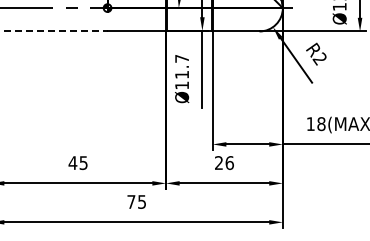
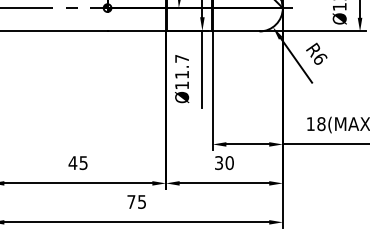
line at (54, 31): dashed -> solid
text at (319, 58): R2 -> R6
text at (224, 163): 26 -> 30
